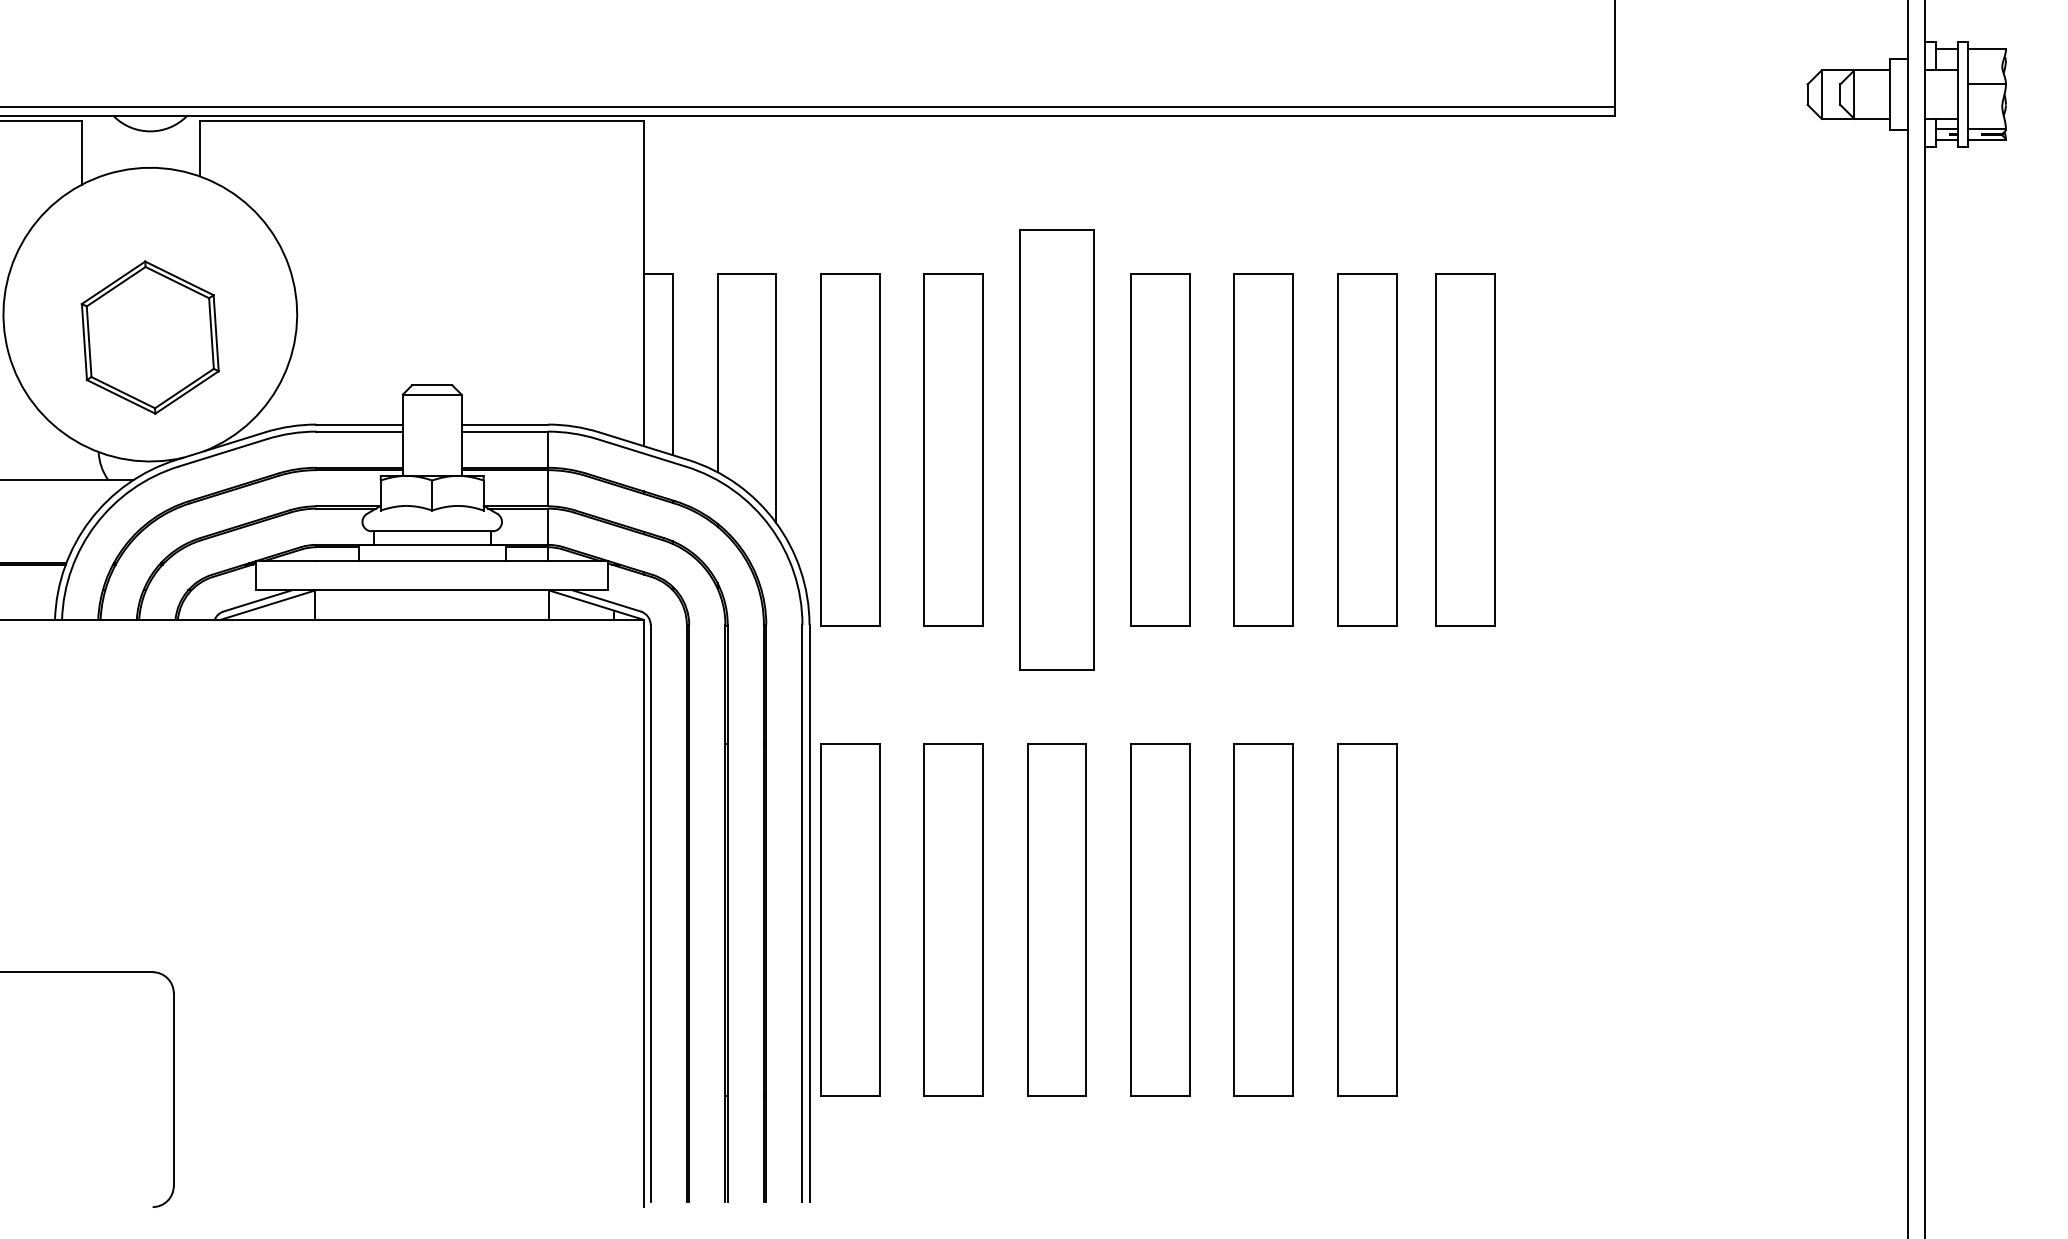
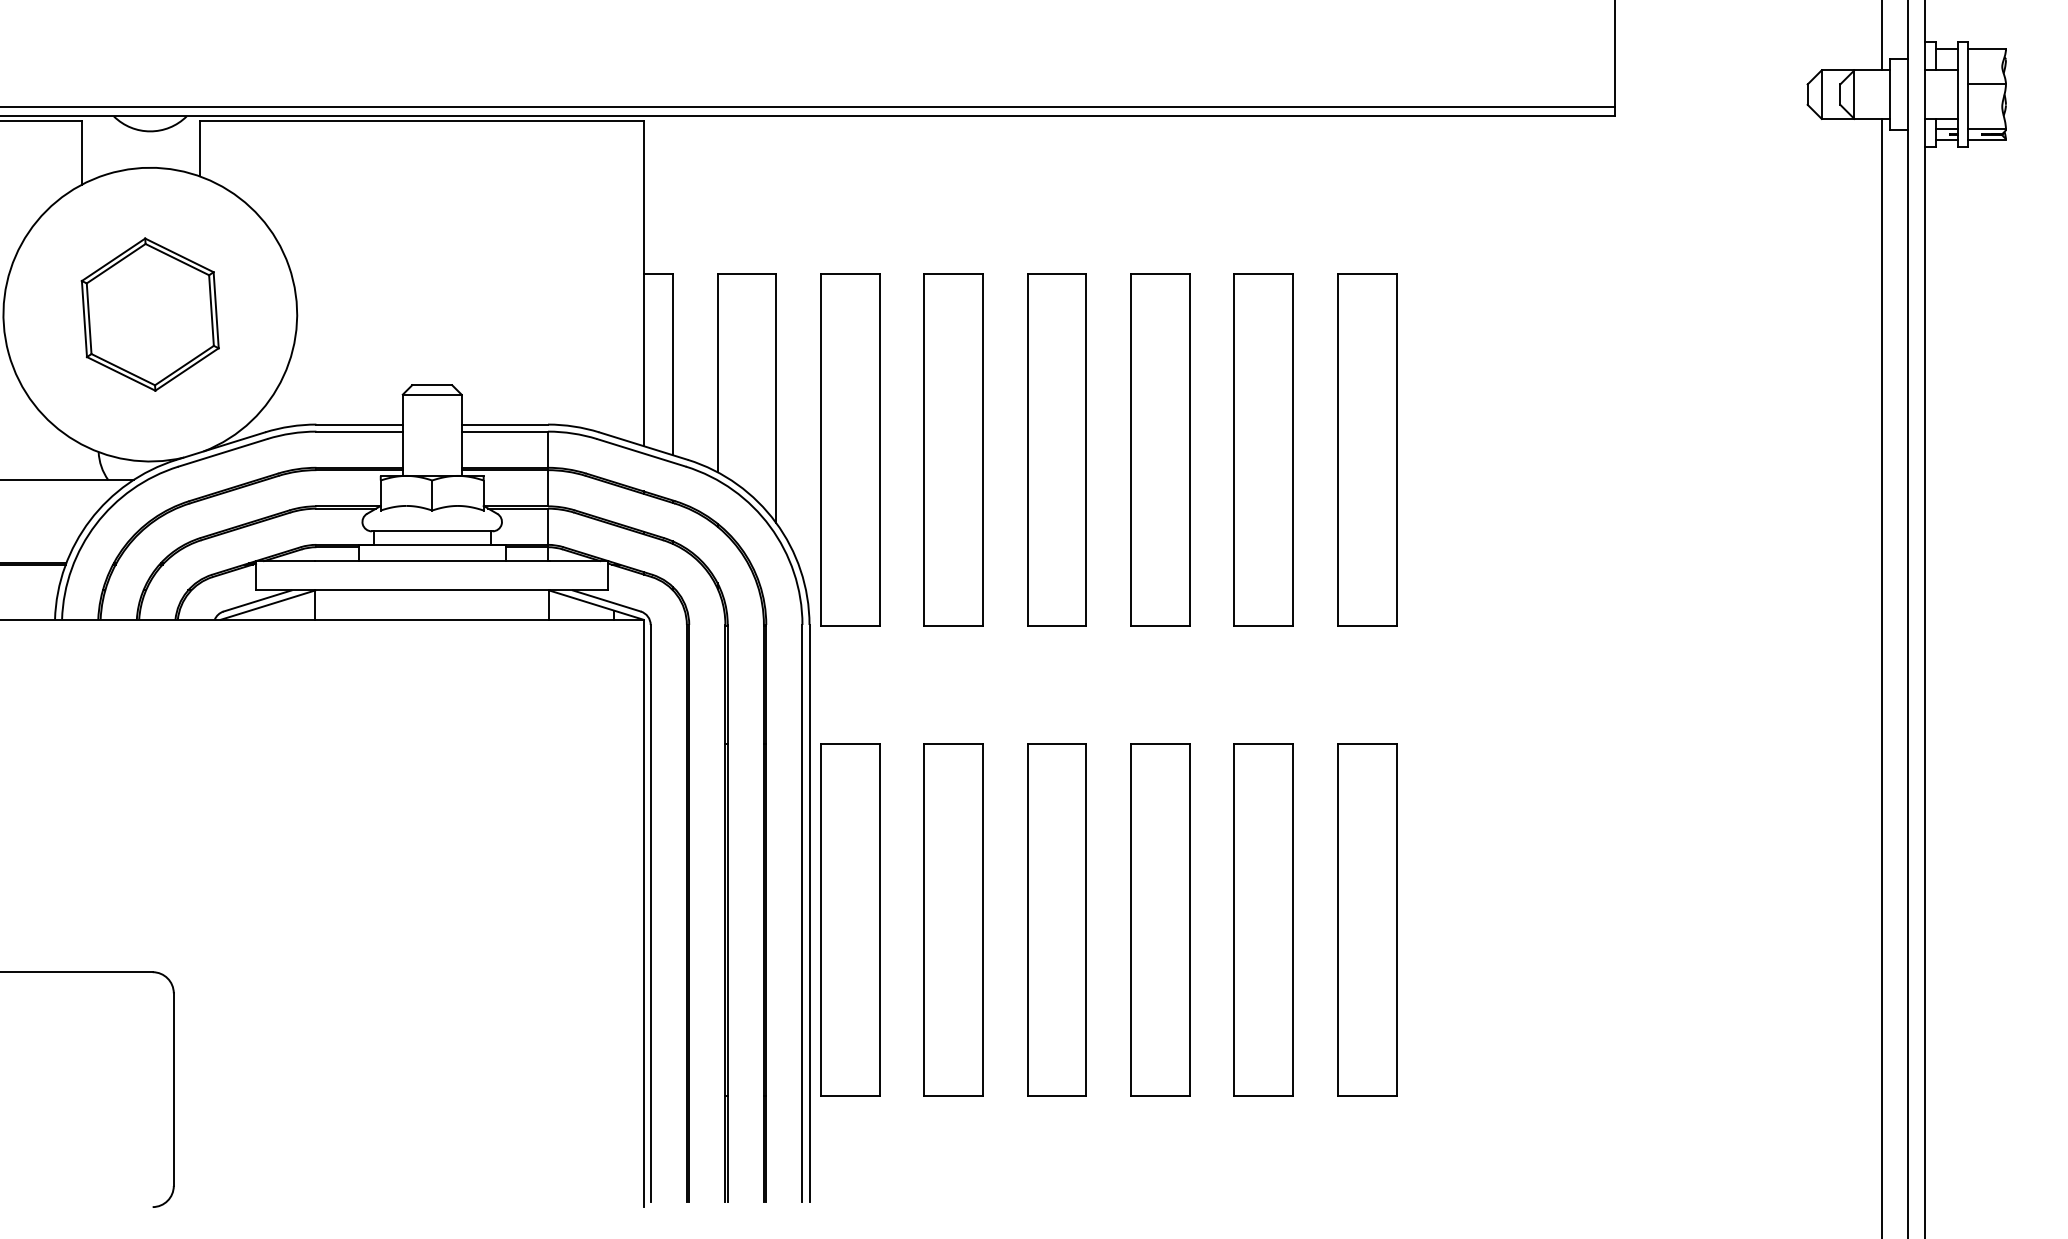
line at (1882, 36): none -> present
part at (149, 337) position: (149, 337) -> (149, 314)
part at (1056, 449) size: 76x442 px -> 60x354 px
part at (1465, 449): present -> none
line at (1882, 676): none -> present
